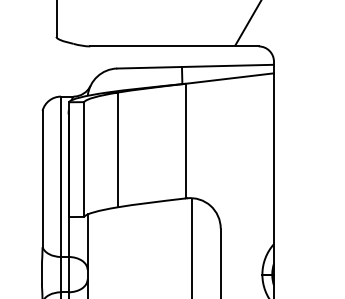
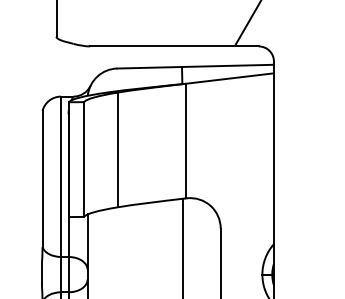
line at (191, 246) position: (191, 246) -> (182, 246)
